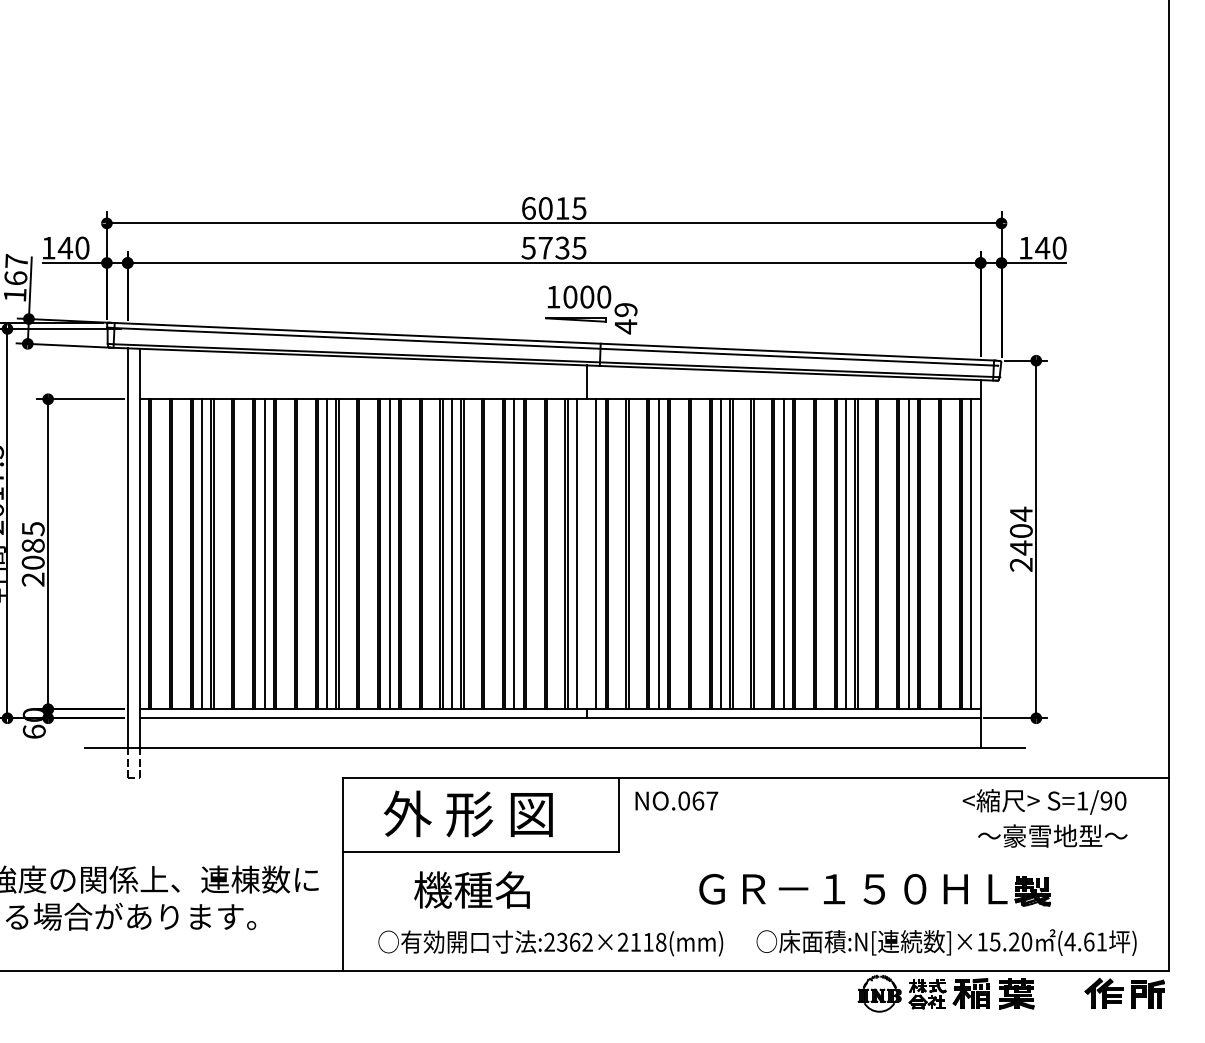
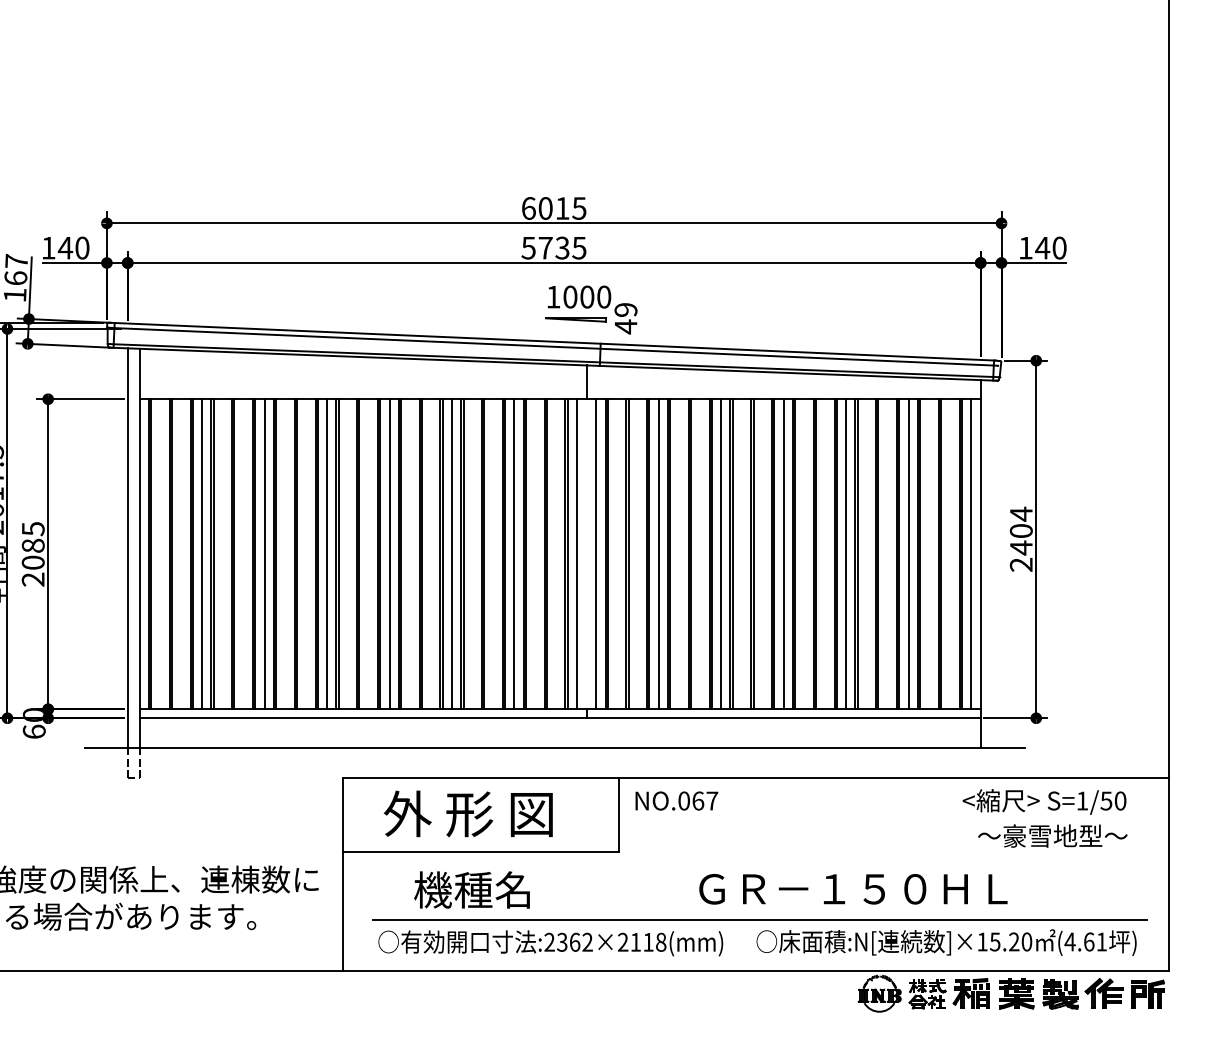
text at (1106, 800): S=1/90 -> S=1/50
part at (1032, 891) position: (1032, 891) -> (1060, 994)
line at (759, 919): none -> present
